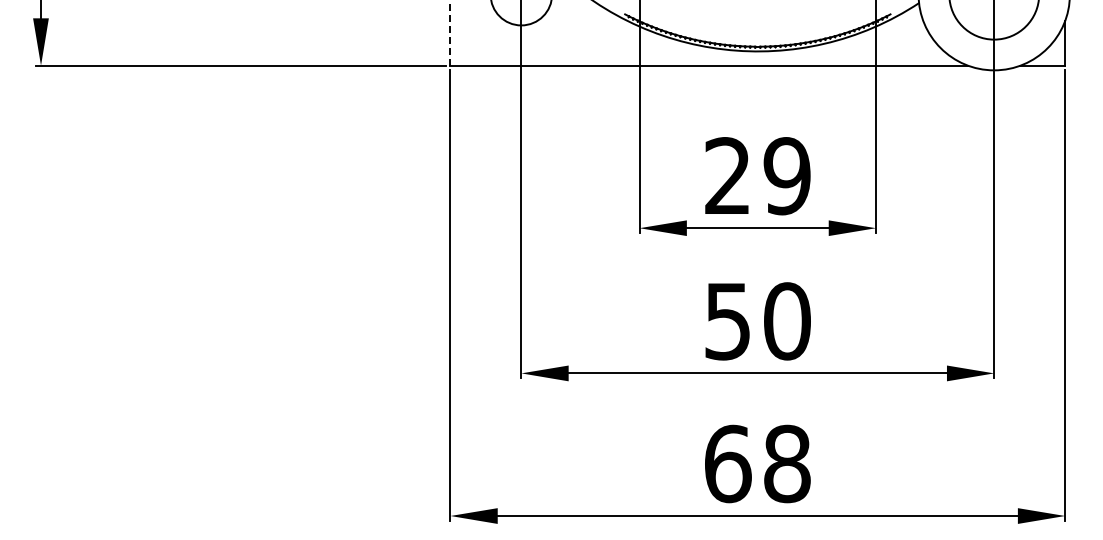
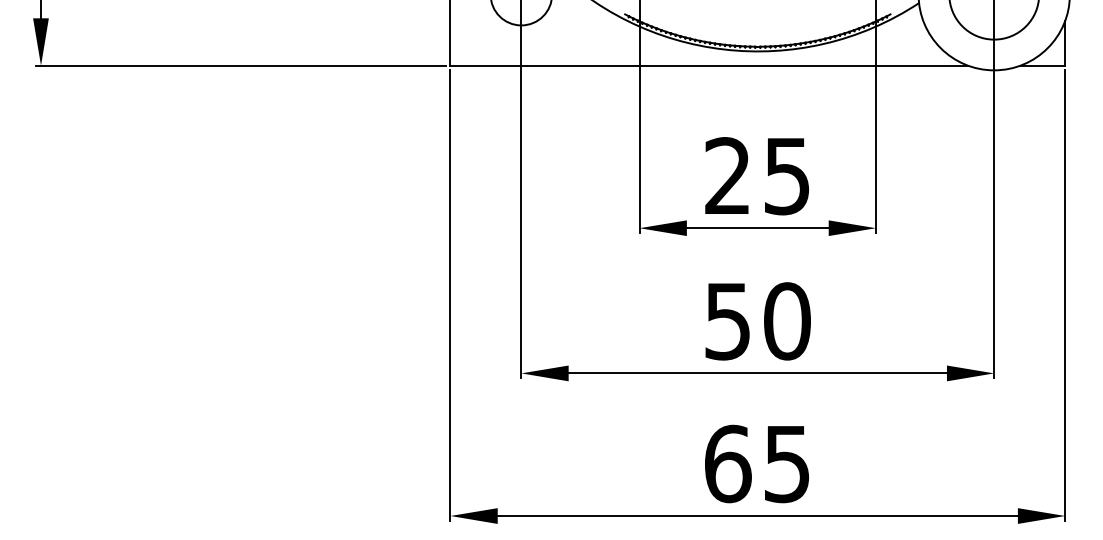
line at (450, 32): dashed -> solid
text at (786, 176): 29 -> 25
text at (787, 463): 68 -> 65
